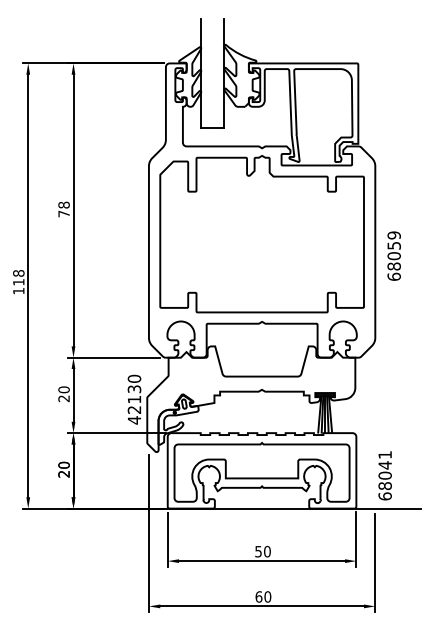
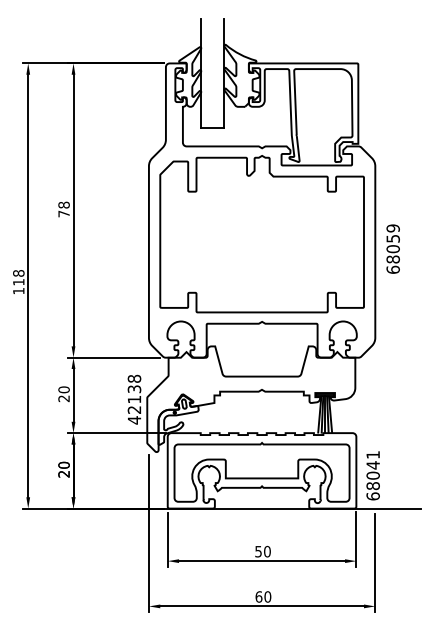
text at (393, 255) position: (393, 255) -> (392, 248)
text at (134, 378): 42130 -> 42138
text at (384, 475) position: (384, 475) -> (372, 475)
